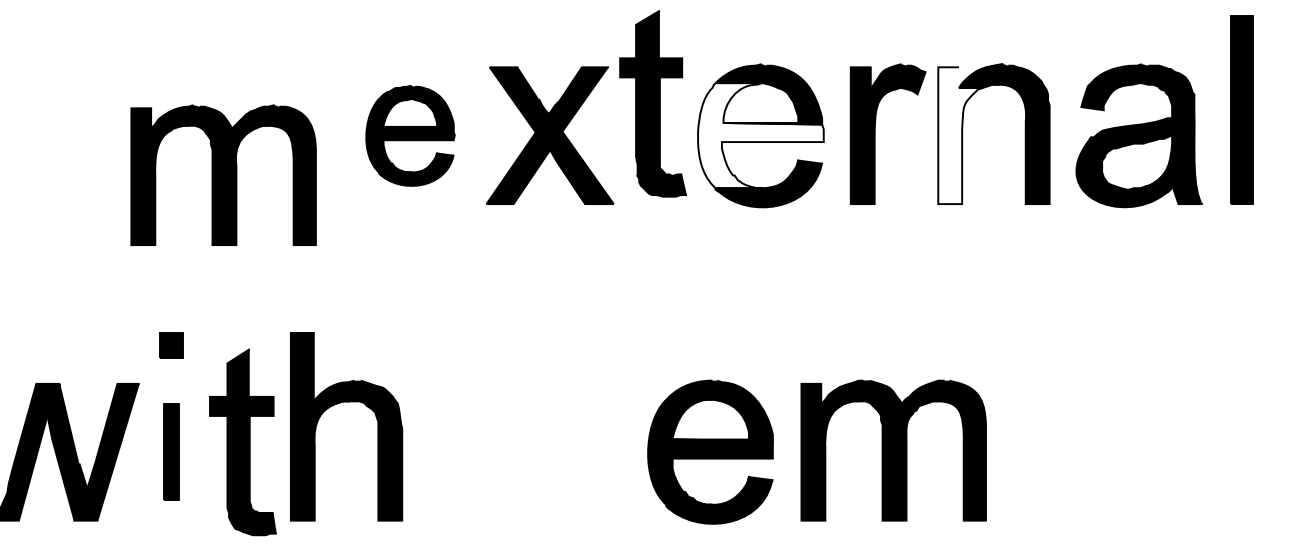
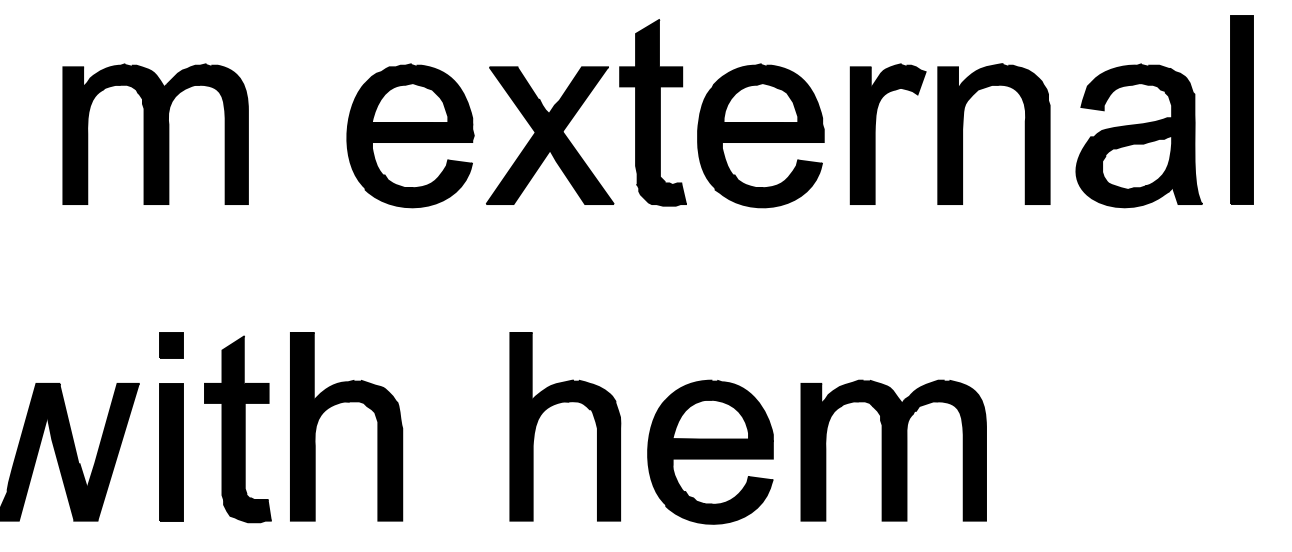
part at (652, 103) position: (652, 103) -> (652, 112)
part at (410, 135) size: 91x102 px -> 129x146 px
fill at (760, 135): none -> present
fill at (960, 135): none -> present
part at (223, 174) position: (223, 174) -> (155, 133)
part at (560, 403): none -> present
part at (242, 442) position: (242, 442) -> (237, 429)
part at (171, 451) size: 17x98 px -> 25x139 px
